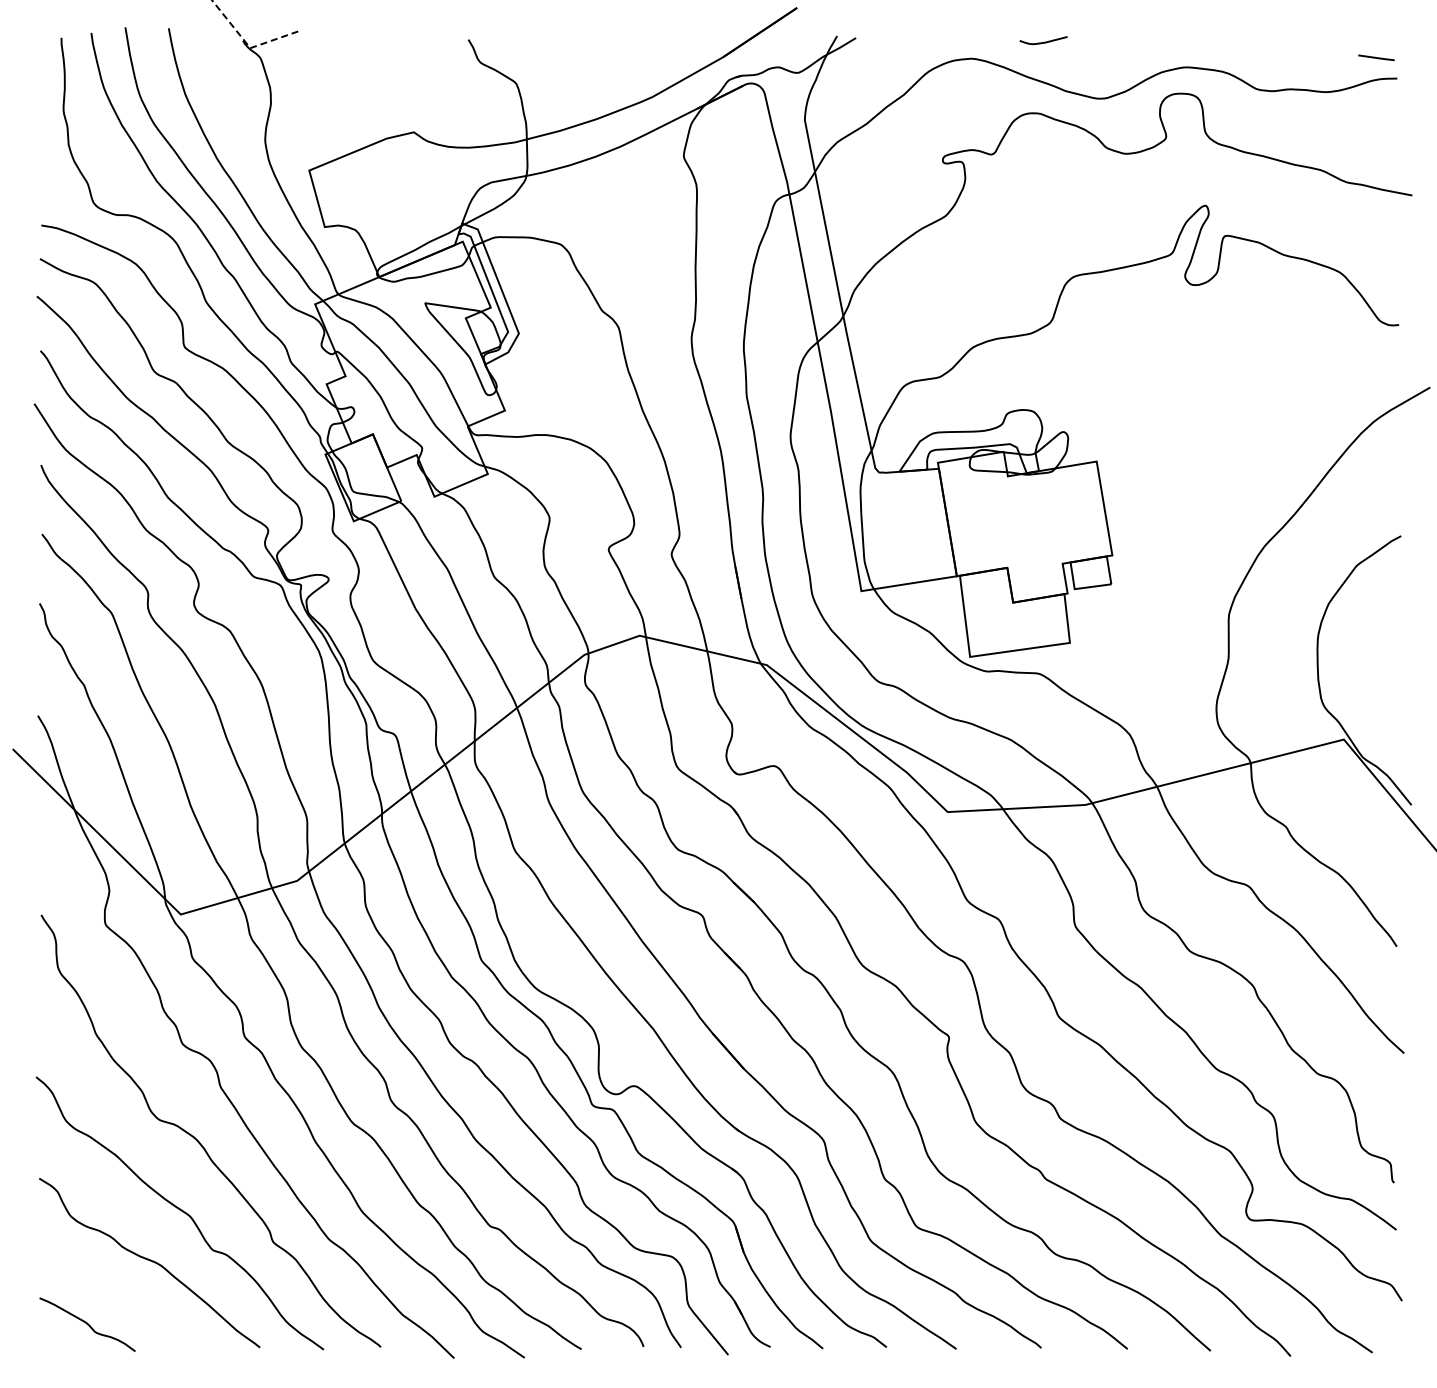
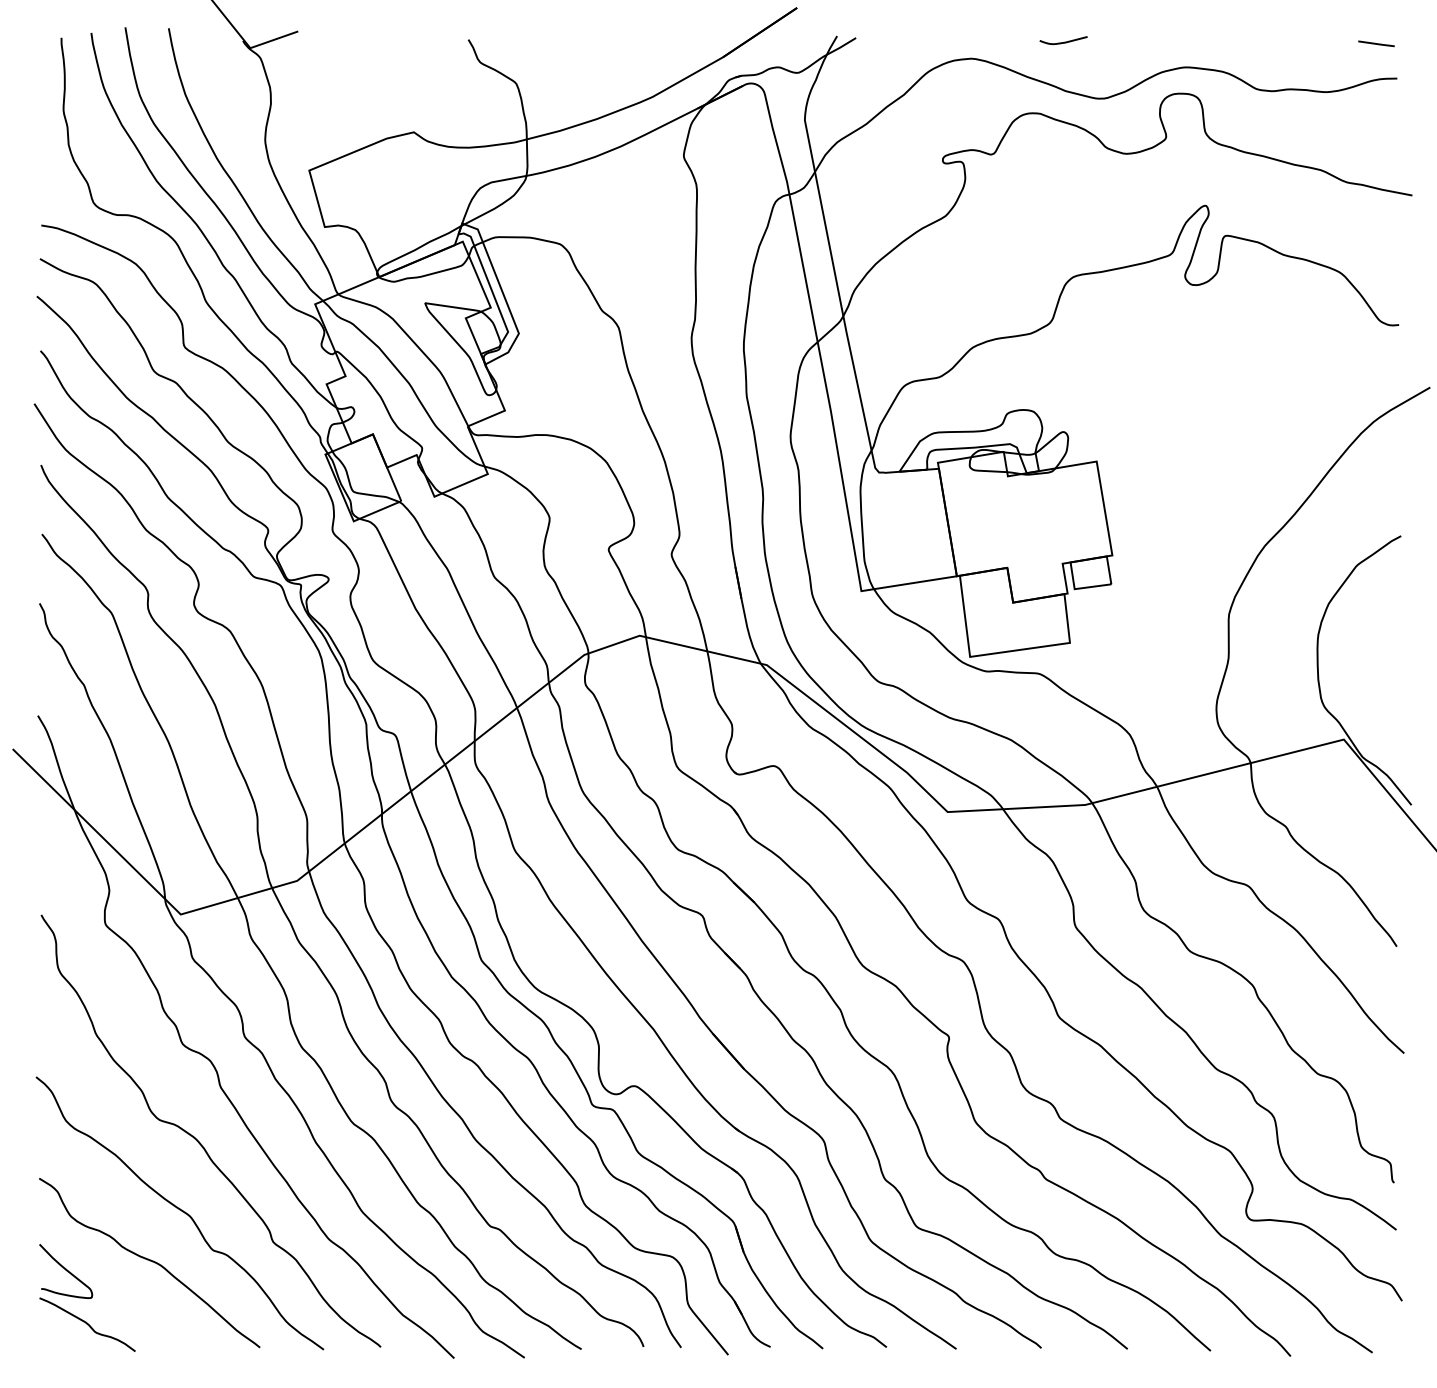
curve at (1044, 41) position: (1044, 41) -> (1064, 41)
line at (247, 44): dashed -> solid
line at (1376, 57) position: (1376, 57) -> (1376, 43)
curve at (66, 1271): none -> present
